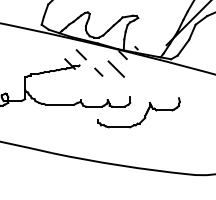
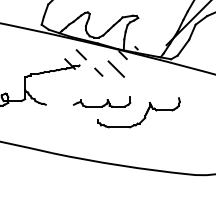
line at (59, 104): present -> none
